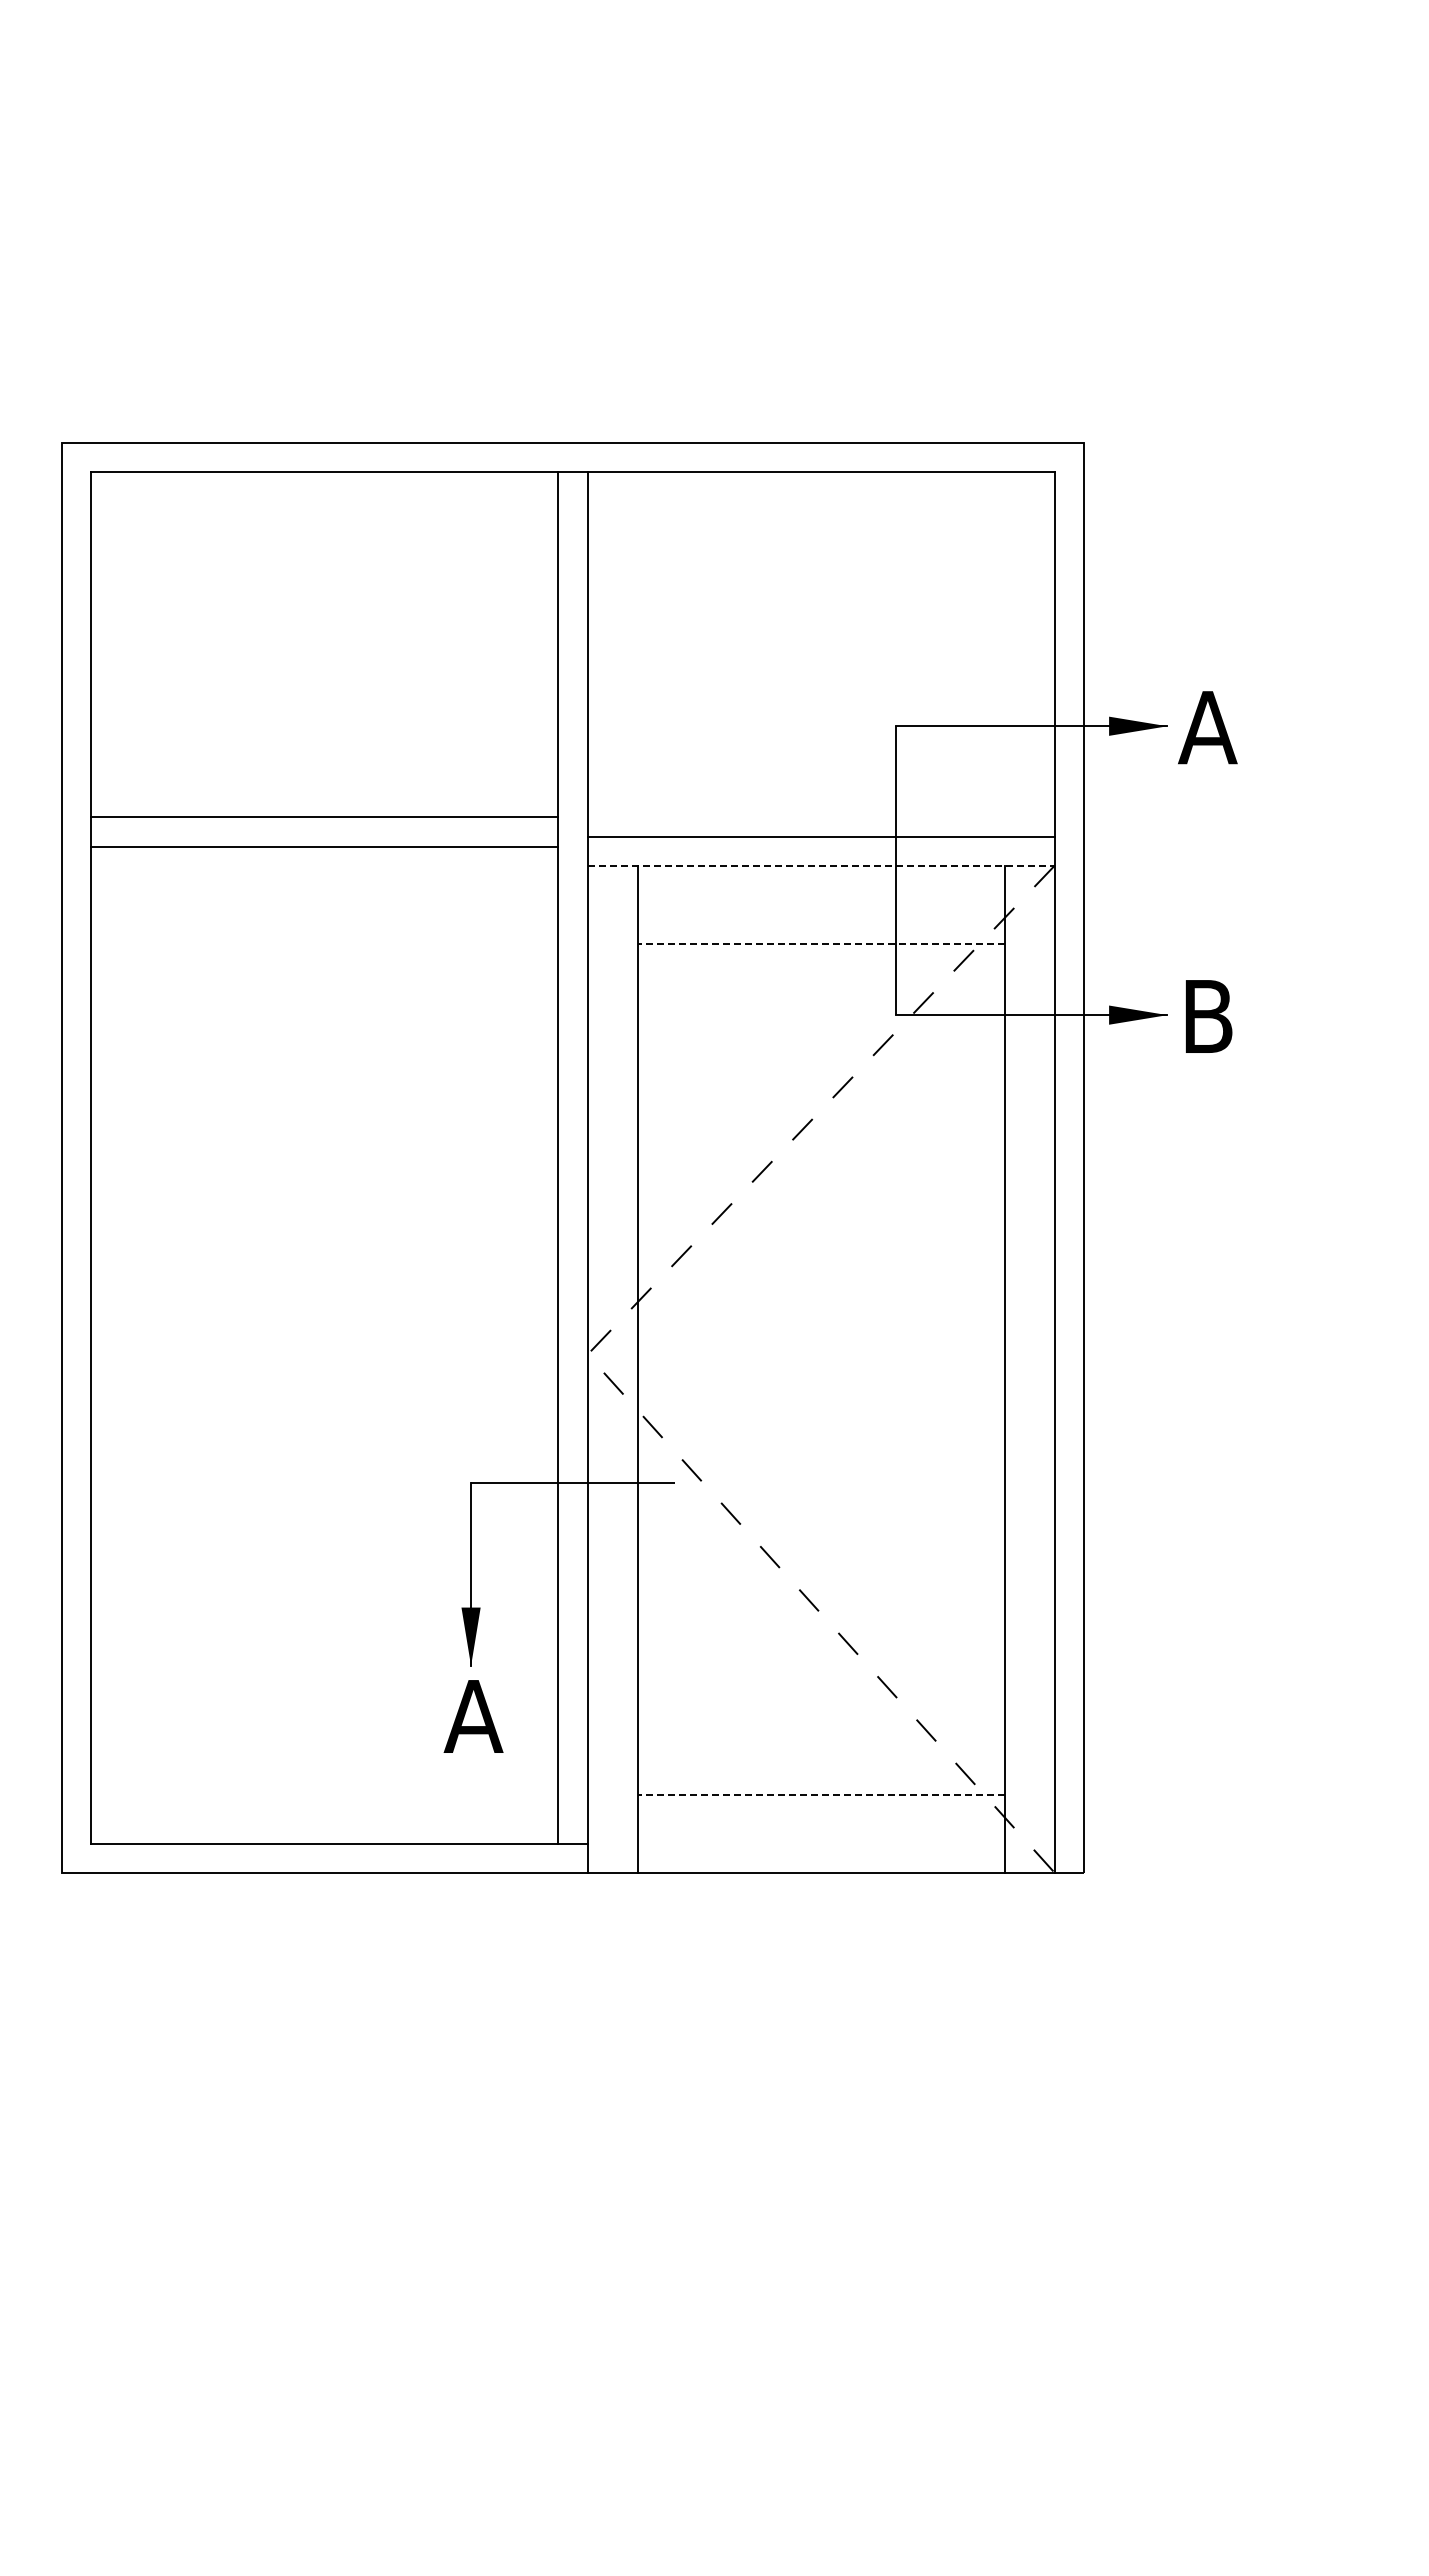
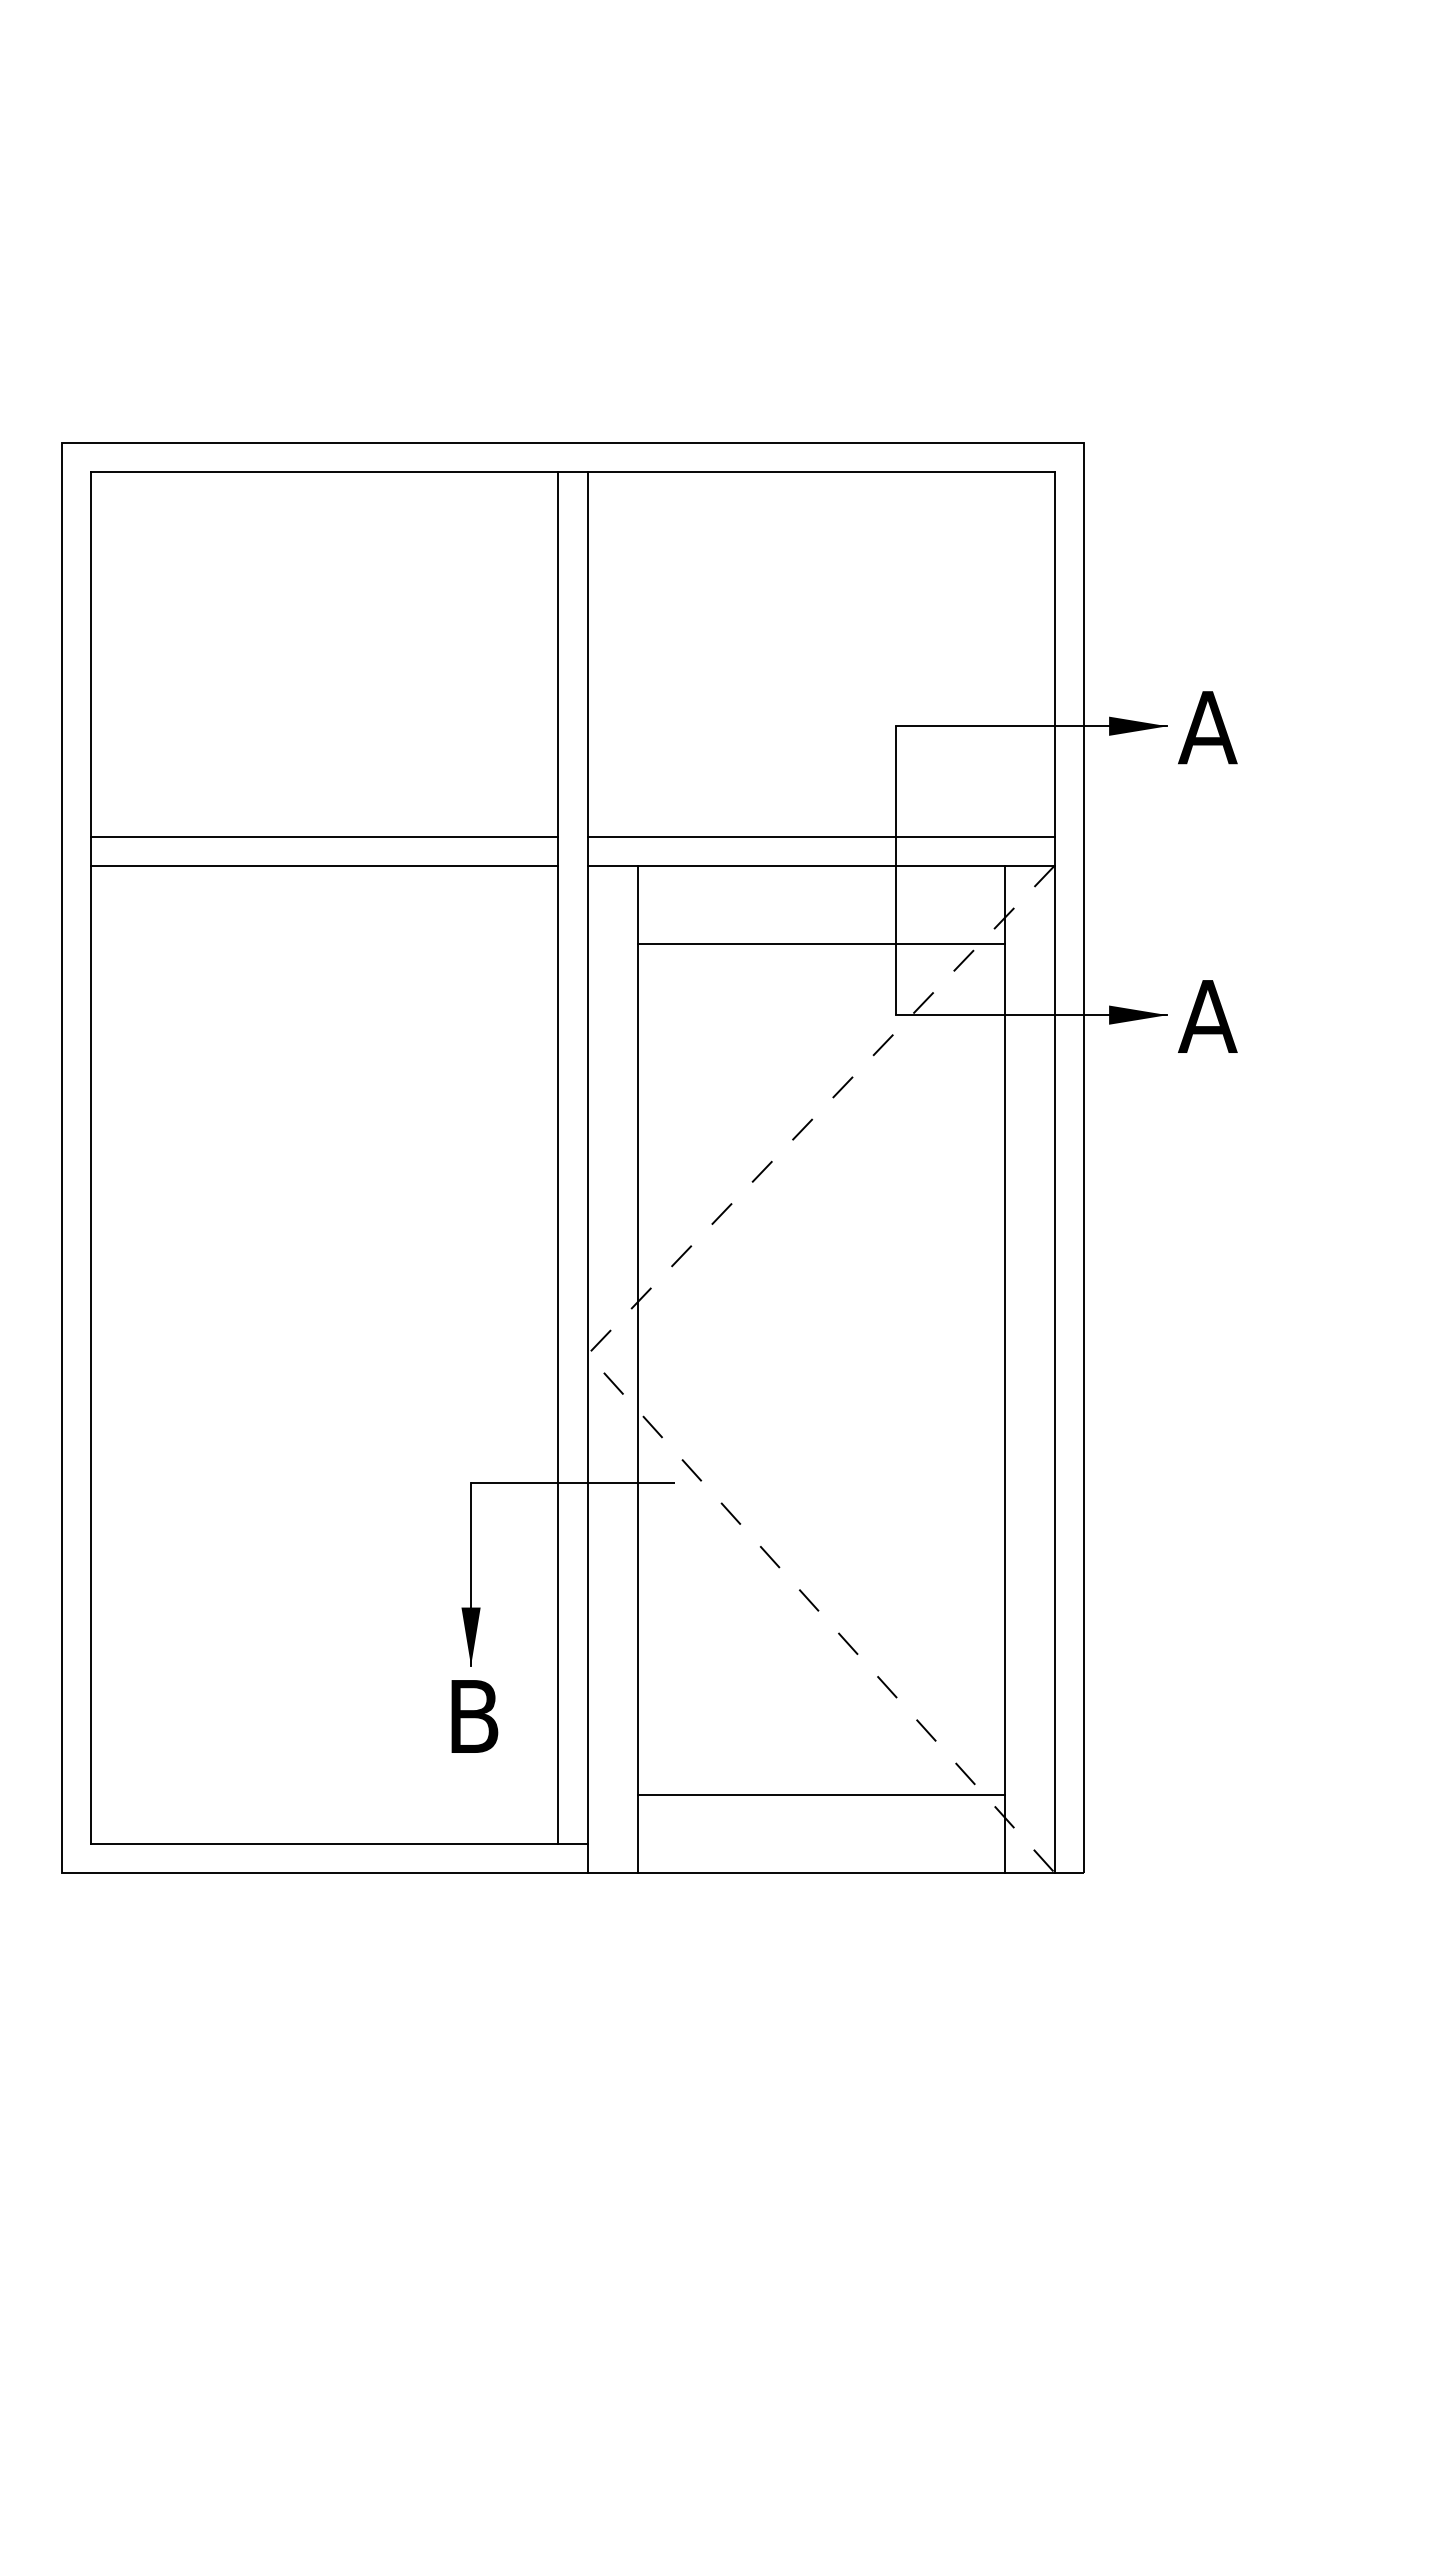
line at (324, 816) position: (324, 816) -> (324, 836)
line at (324, 846) position: (324, 846) -> (324, 865)
line at (821, 865): dashed -> solid
line at (821, 943): dashed -> solid
text at (1207, 1016): B -> A
text at (473, 1716): A -> B
line at (821, 1794): dashed -> solid
